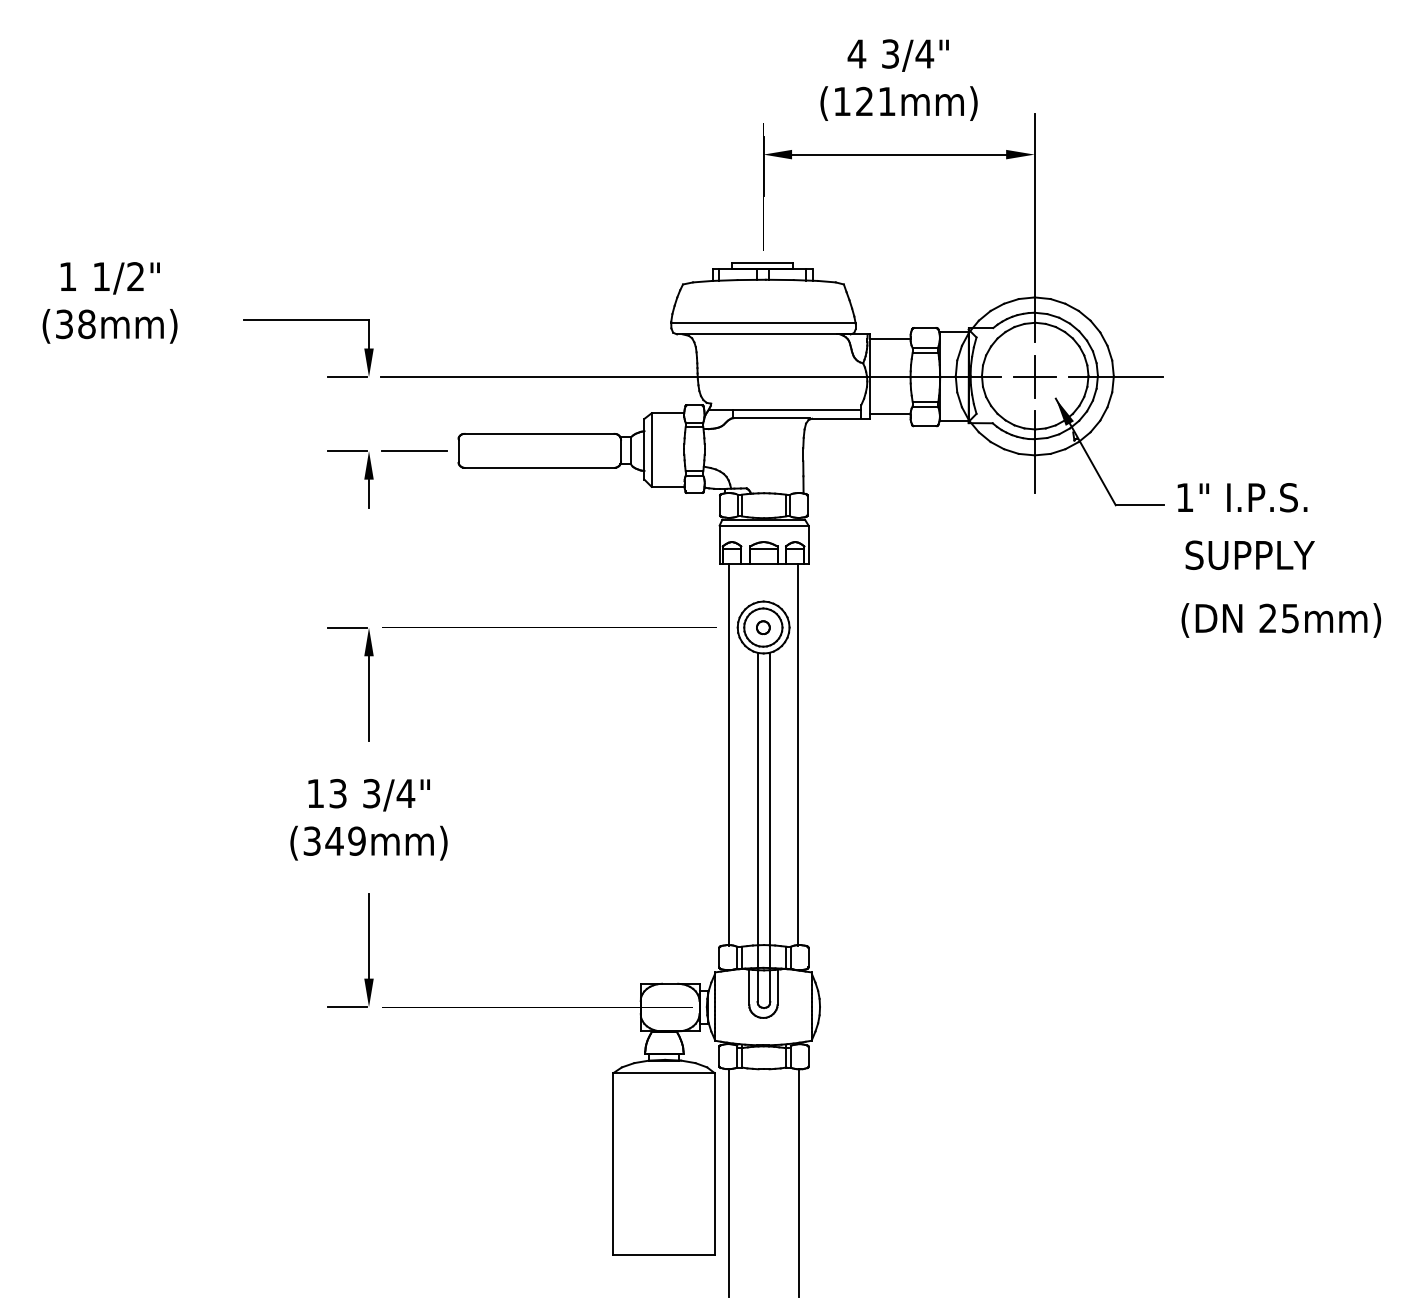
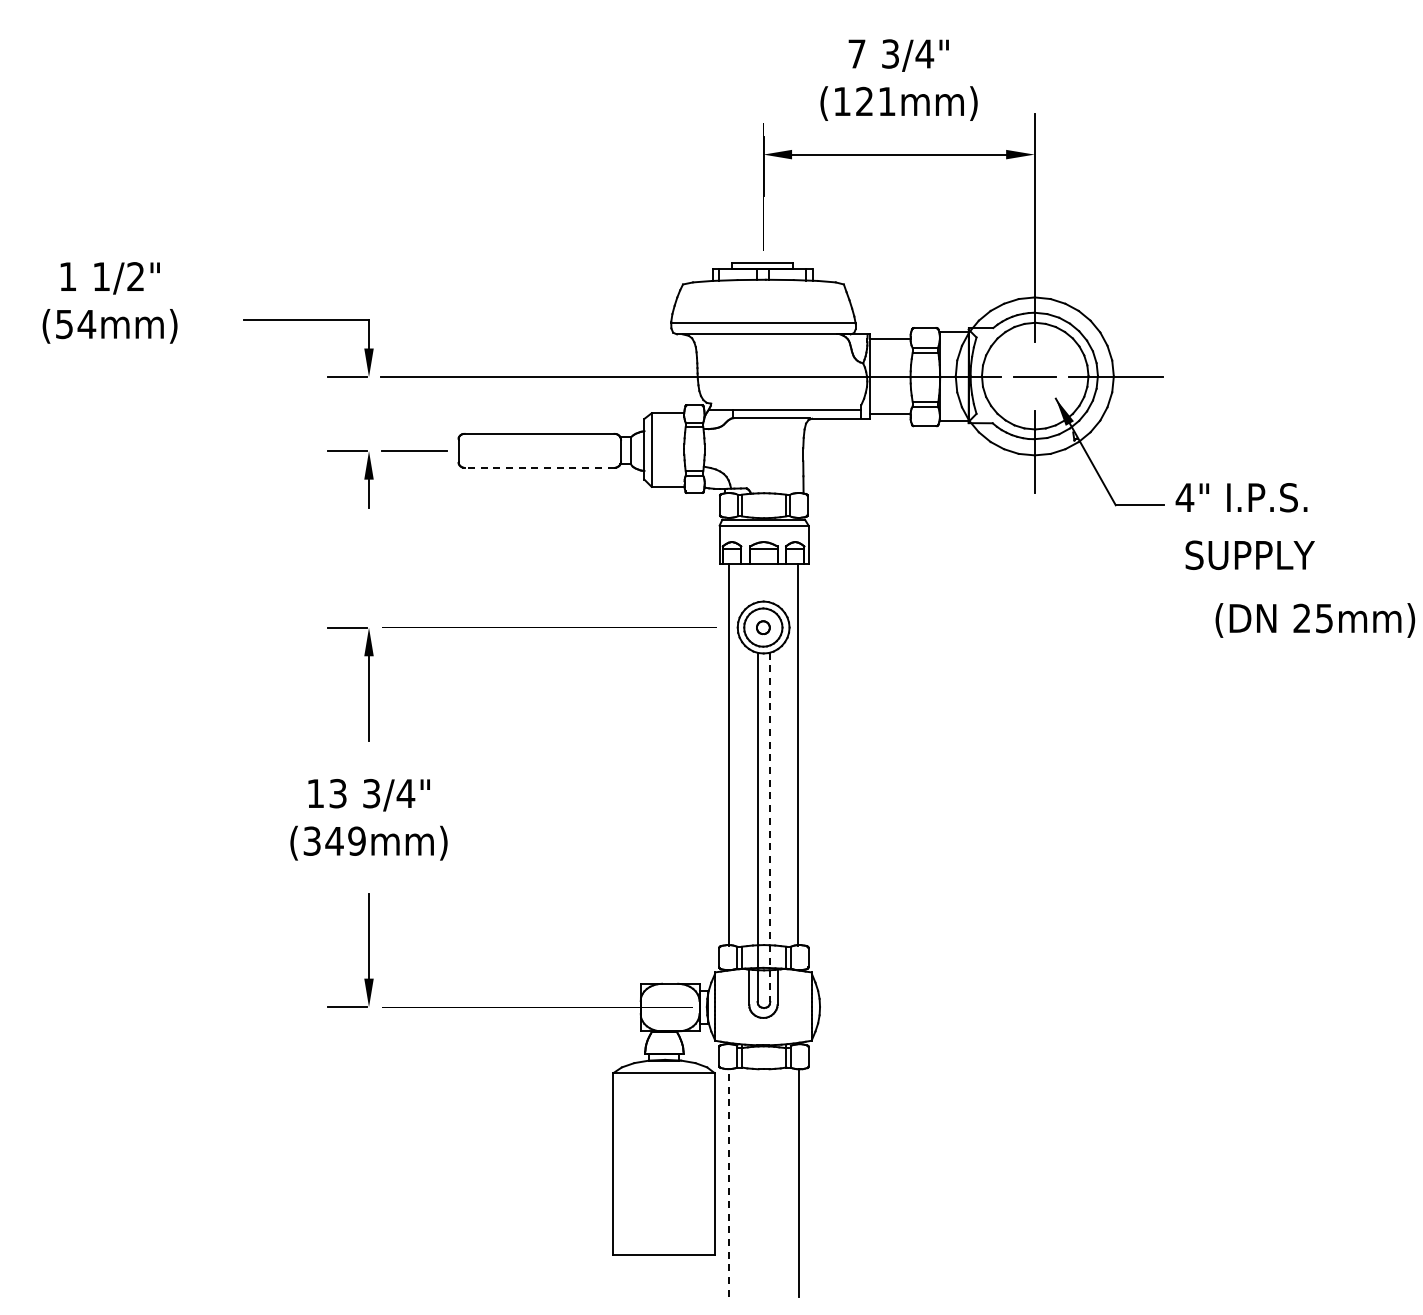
text at (856, 53): 4 -> 7
text at (76, 324): (38mm) -> (54mm)
line at (1034, 376): present -> none
line at (539, 467): solid -> dashed
text at (1184, 497): 1" -> 4"
text at (1281, 620) position: (1281, 620) -> (1315, 620)
line at (770, 827): solid -> dashed
line at (728, 1182): solid -> dashed
